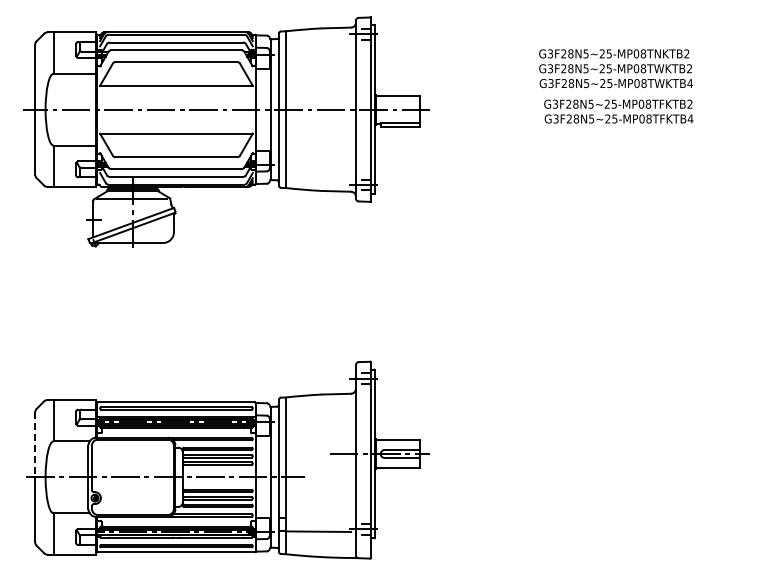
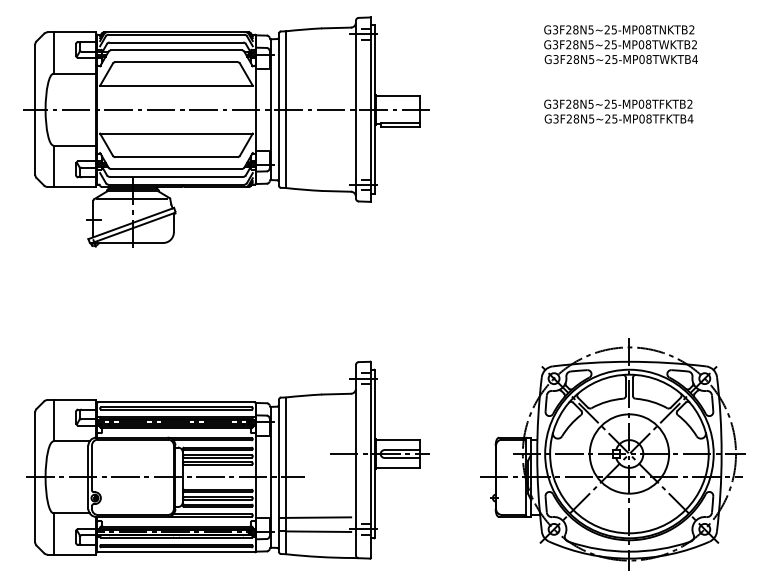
text at (615, 68) position: (615, 68) -> (620, 44)
line at (35, 445): dashed -> solid
part at (612, 454): none -> present
line at (319, 517): none -> present
